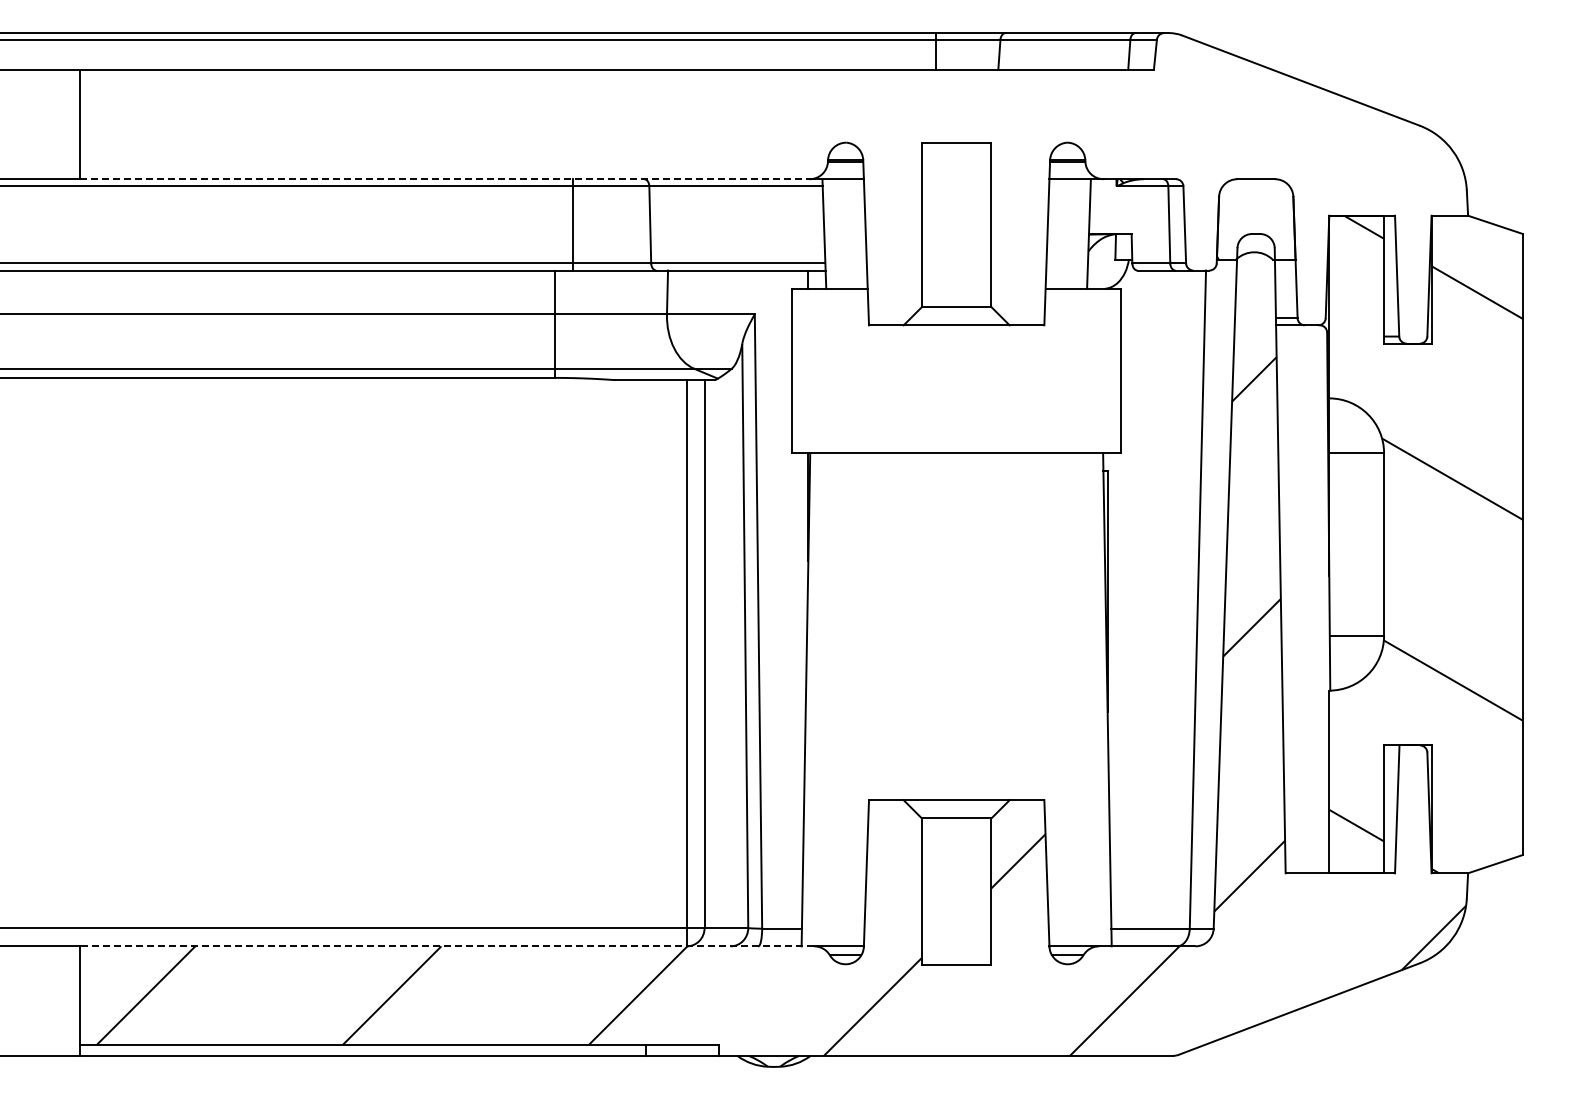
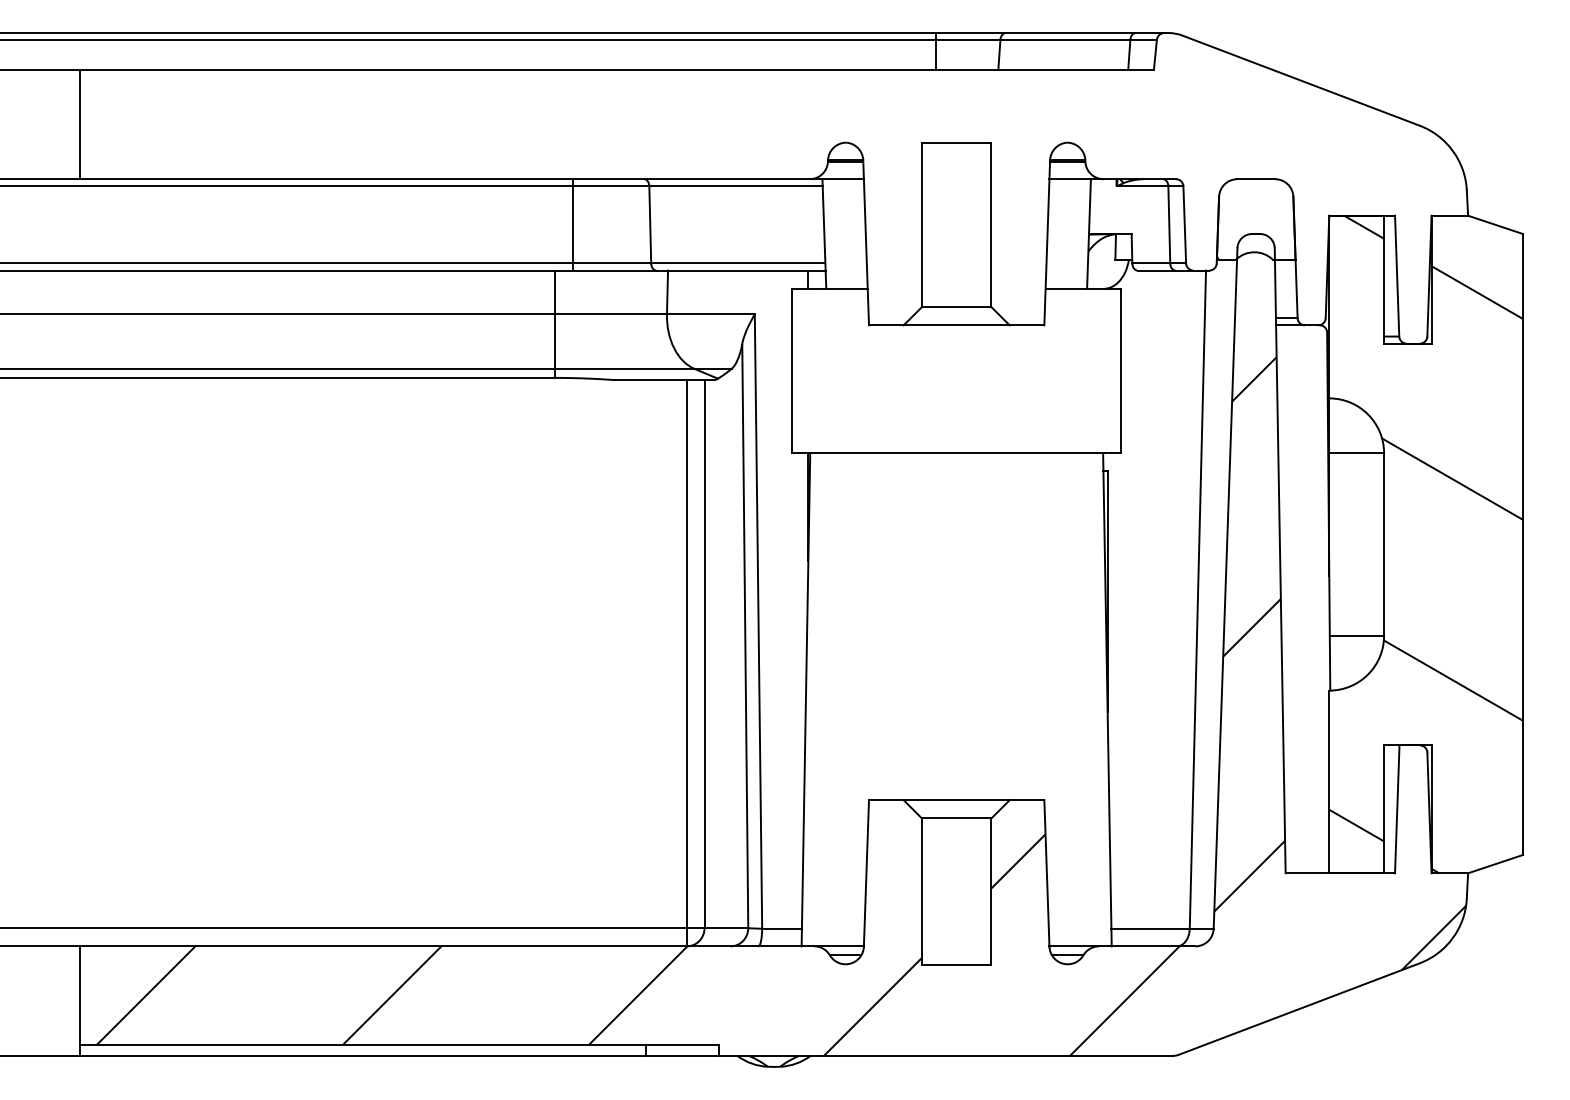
line at (444, 179): dashed -> solid
line at (446, 946): dashed -> solid
